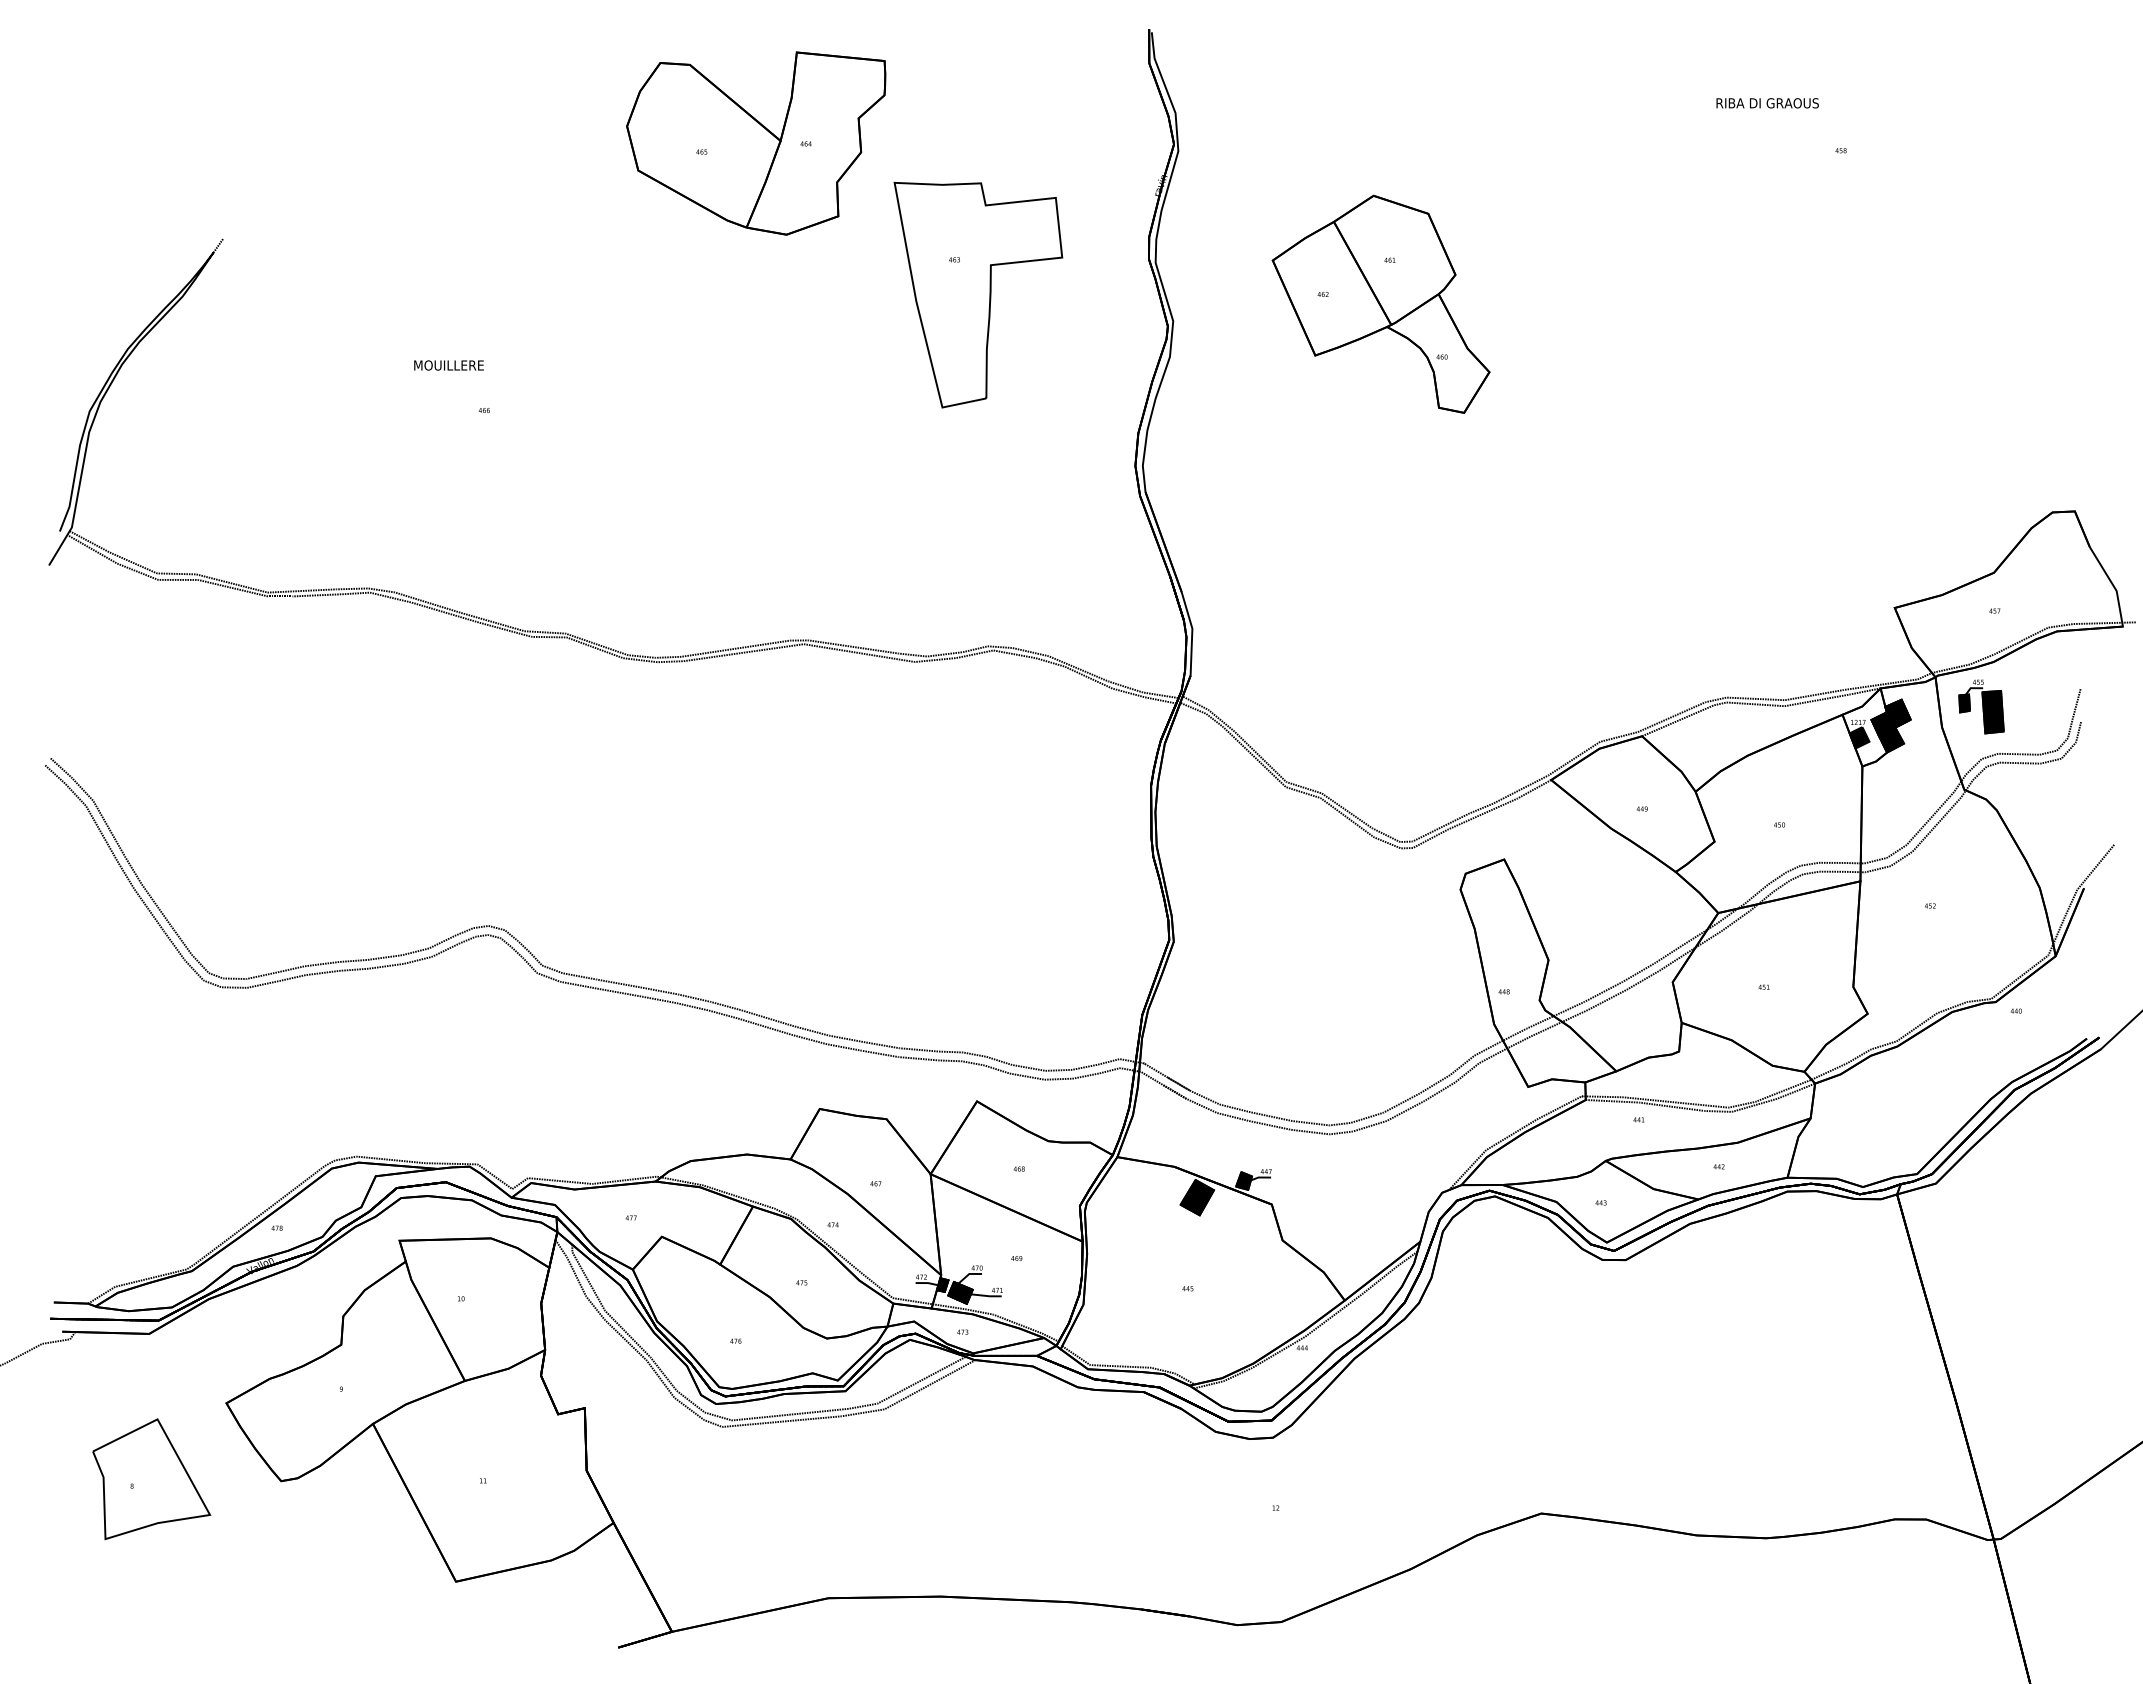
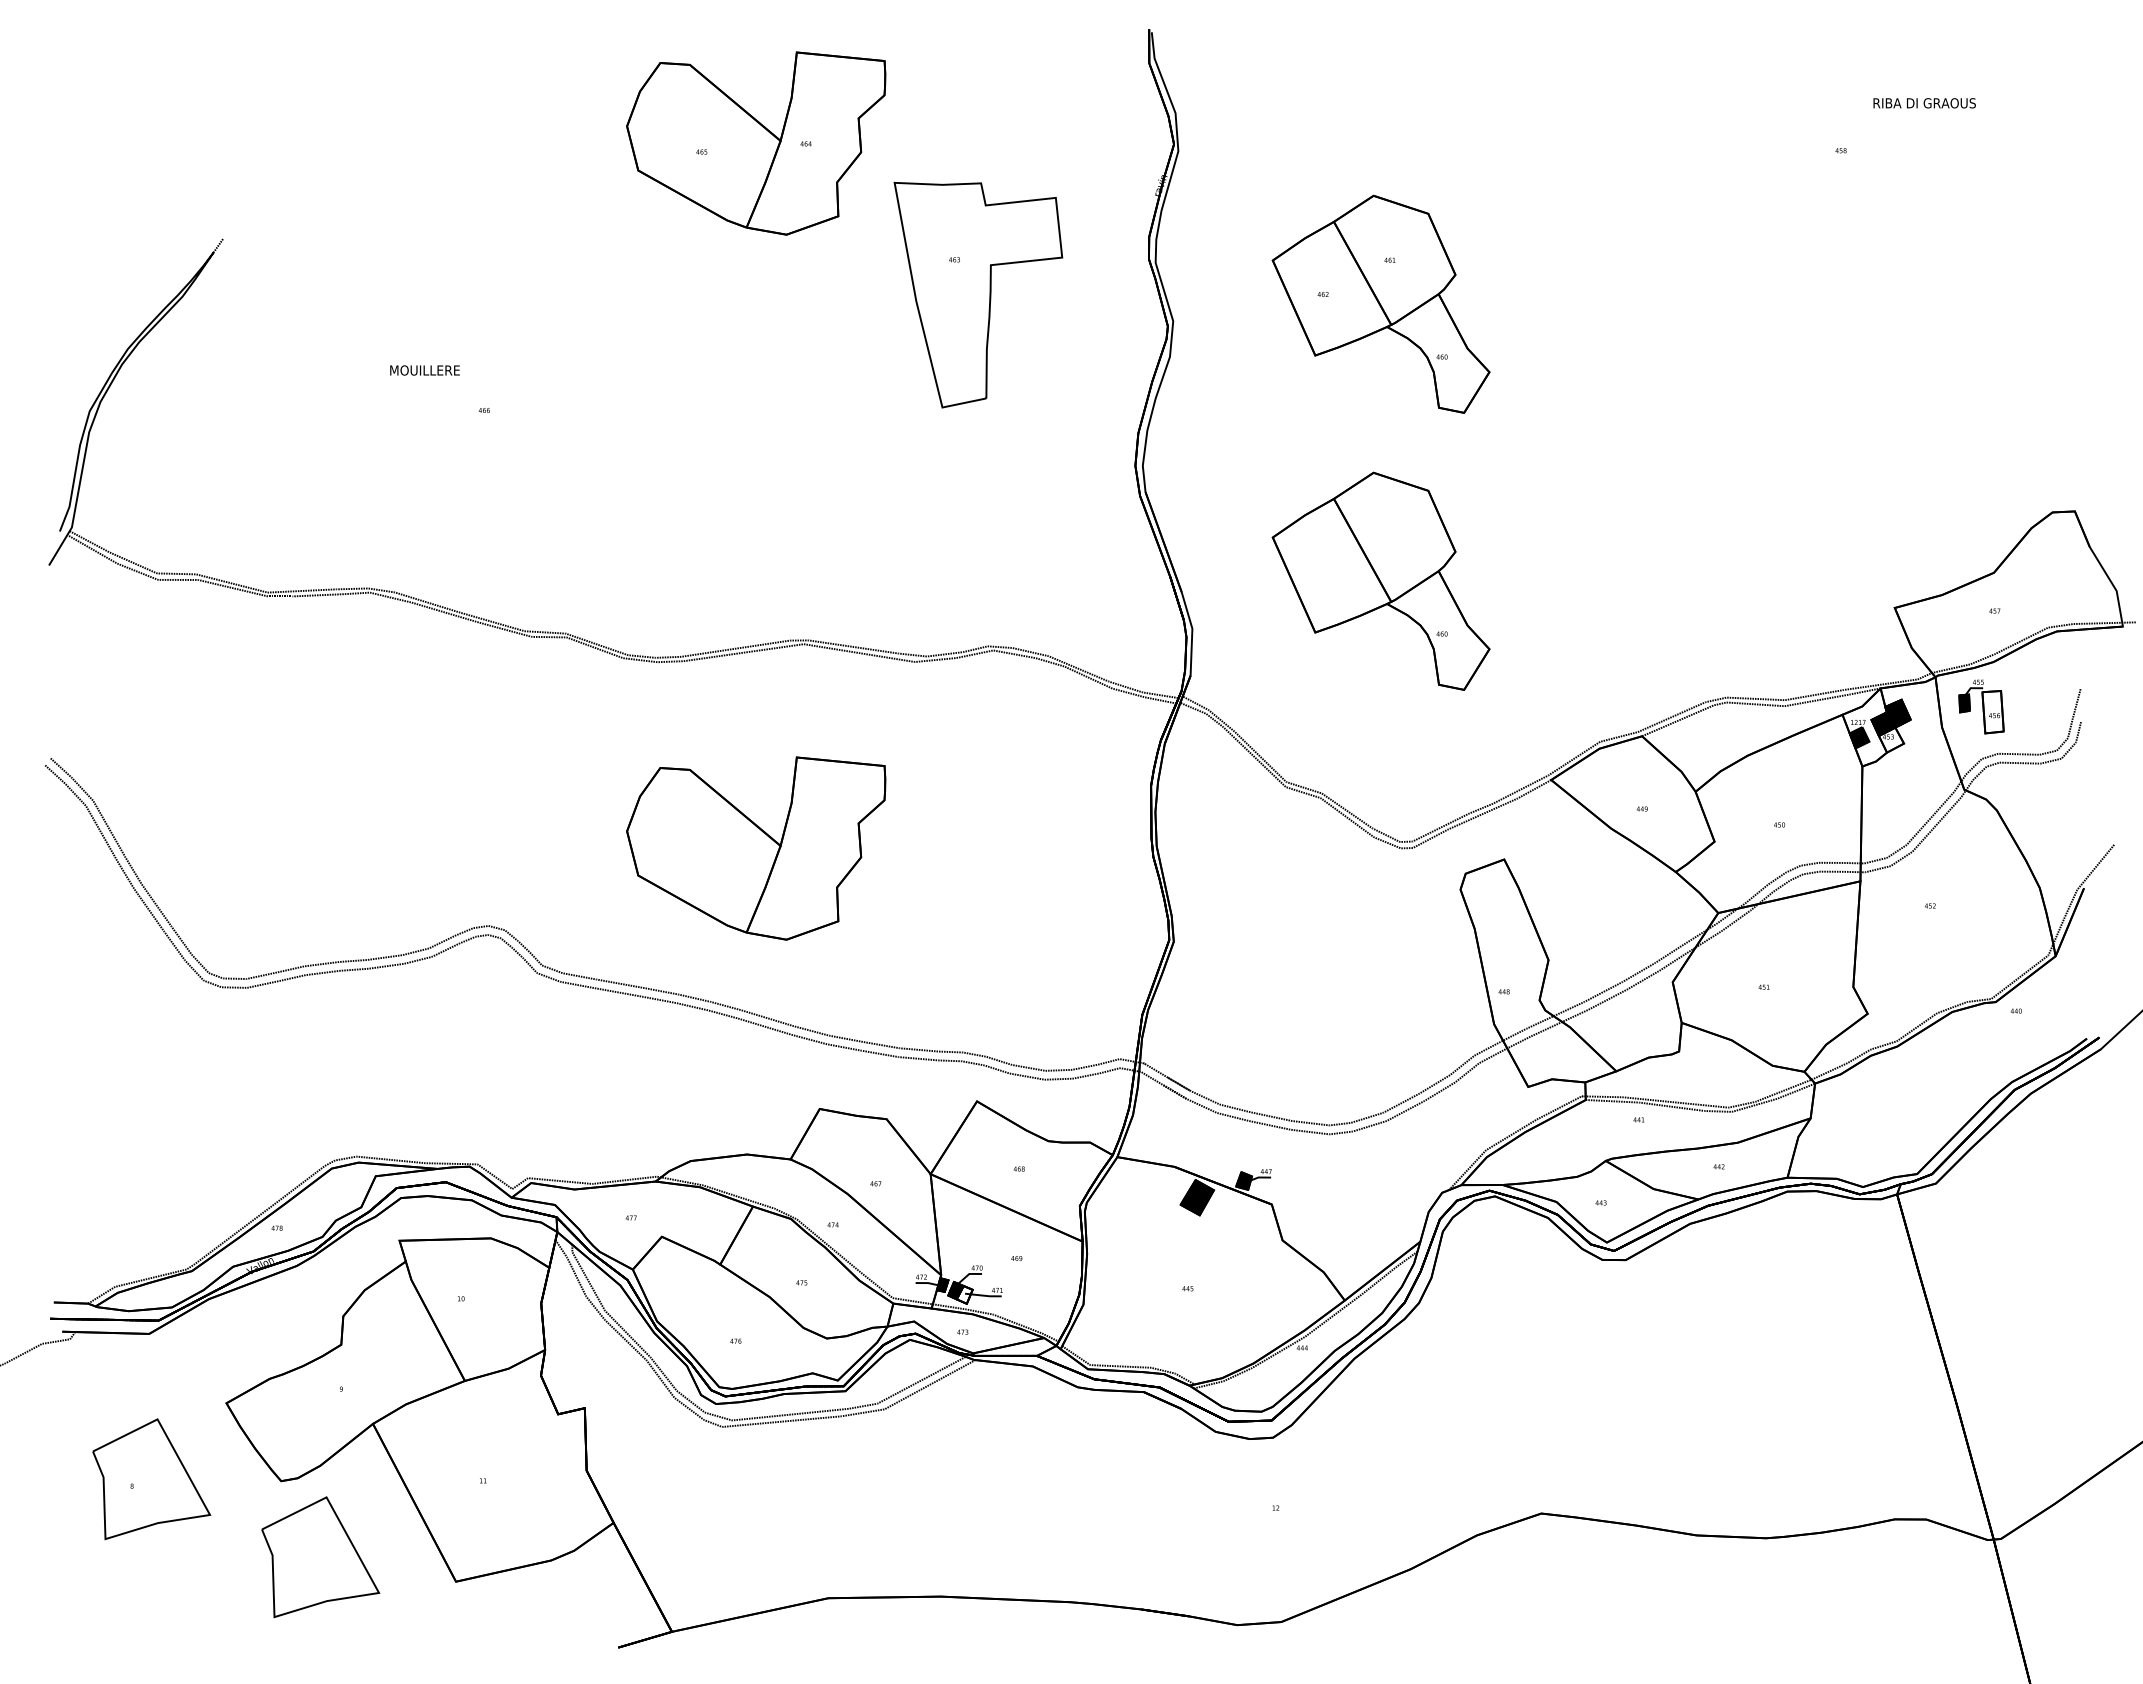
text at (1767, 103) position: (1767, 103) -> (1924, 103)
text at (448, 365) position: (448, 365) -> (424, 370)
part at (1380, 580): none -> present
fill at (1992, 712): present -> none
fill at (1891, 739): present -> none
part at (756, 848): none -> present
fill at (964, 1294): present -> none
part at (320, 1557): none -> present
